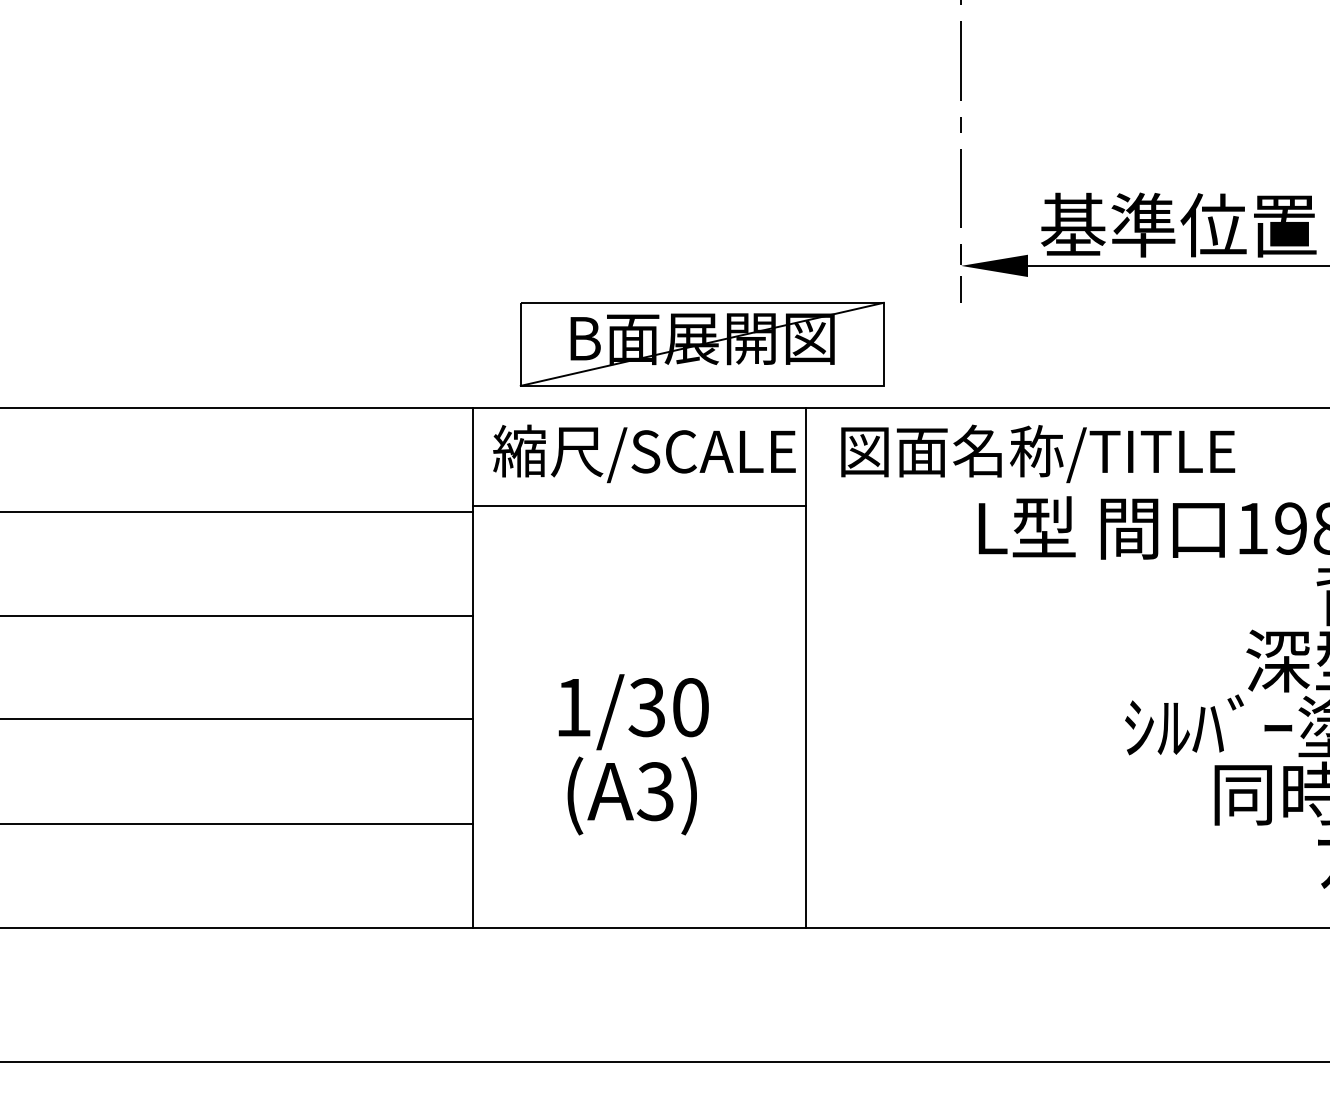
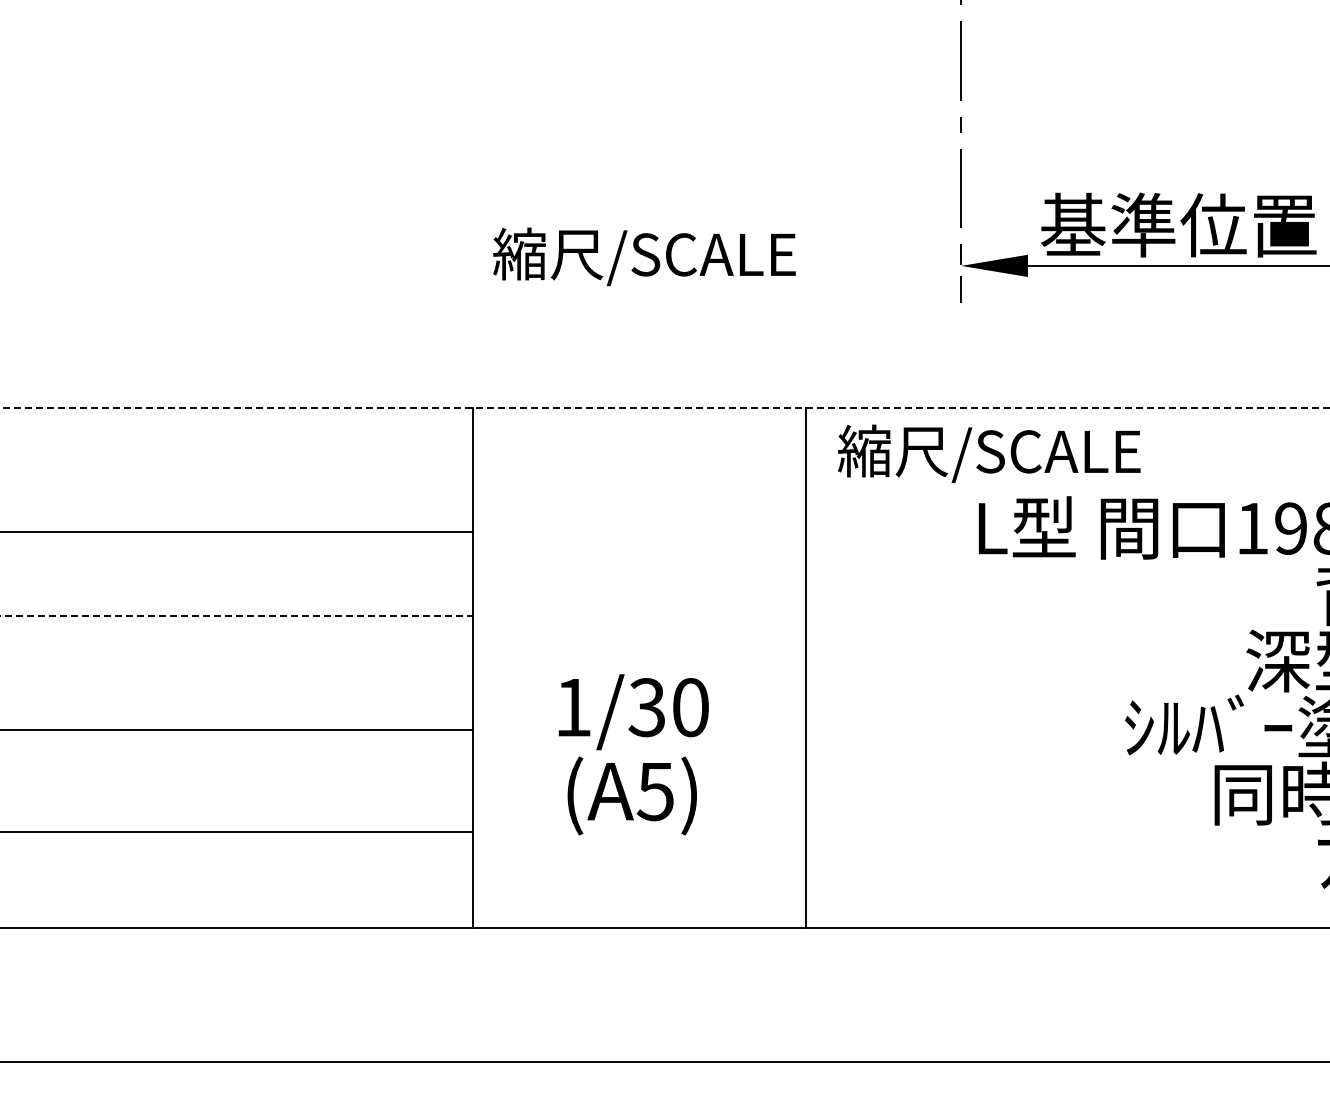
part at (701, 344): present -> none
line at (665, 408): solid -> dashed
text at (644, 453) position: (644, 453) -> (644, 256)
text at (1036, 453): 図面名称/TITLE -> 縮尺/SCALE
line at (639, 506): present -> none
line at (237, 511) position: (237, 511) -> (237, 531)
line at (237, 615): solid -> dashed
line at (237, 719) position: (237, 719) -> (237, 730)
text at (654, 791): (A3) -> (A5)
line at (237, 823) position: (237, 823) -> (237, 831)
